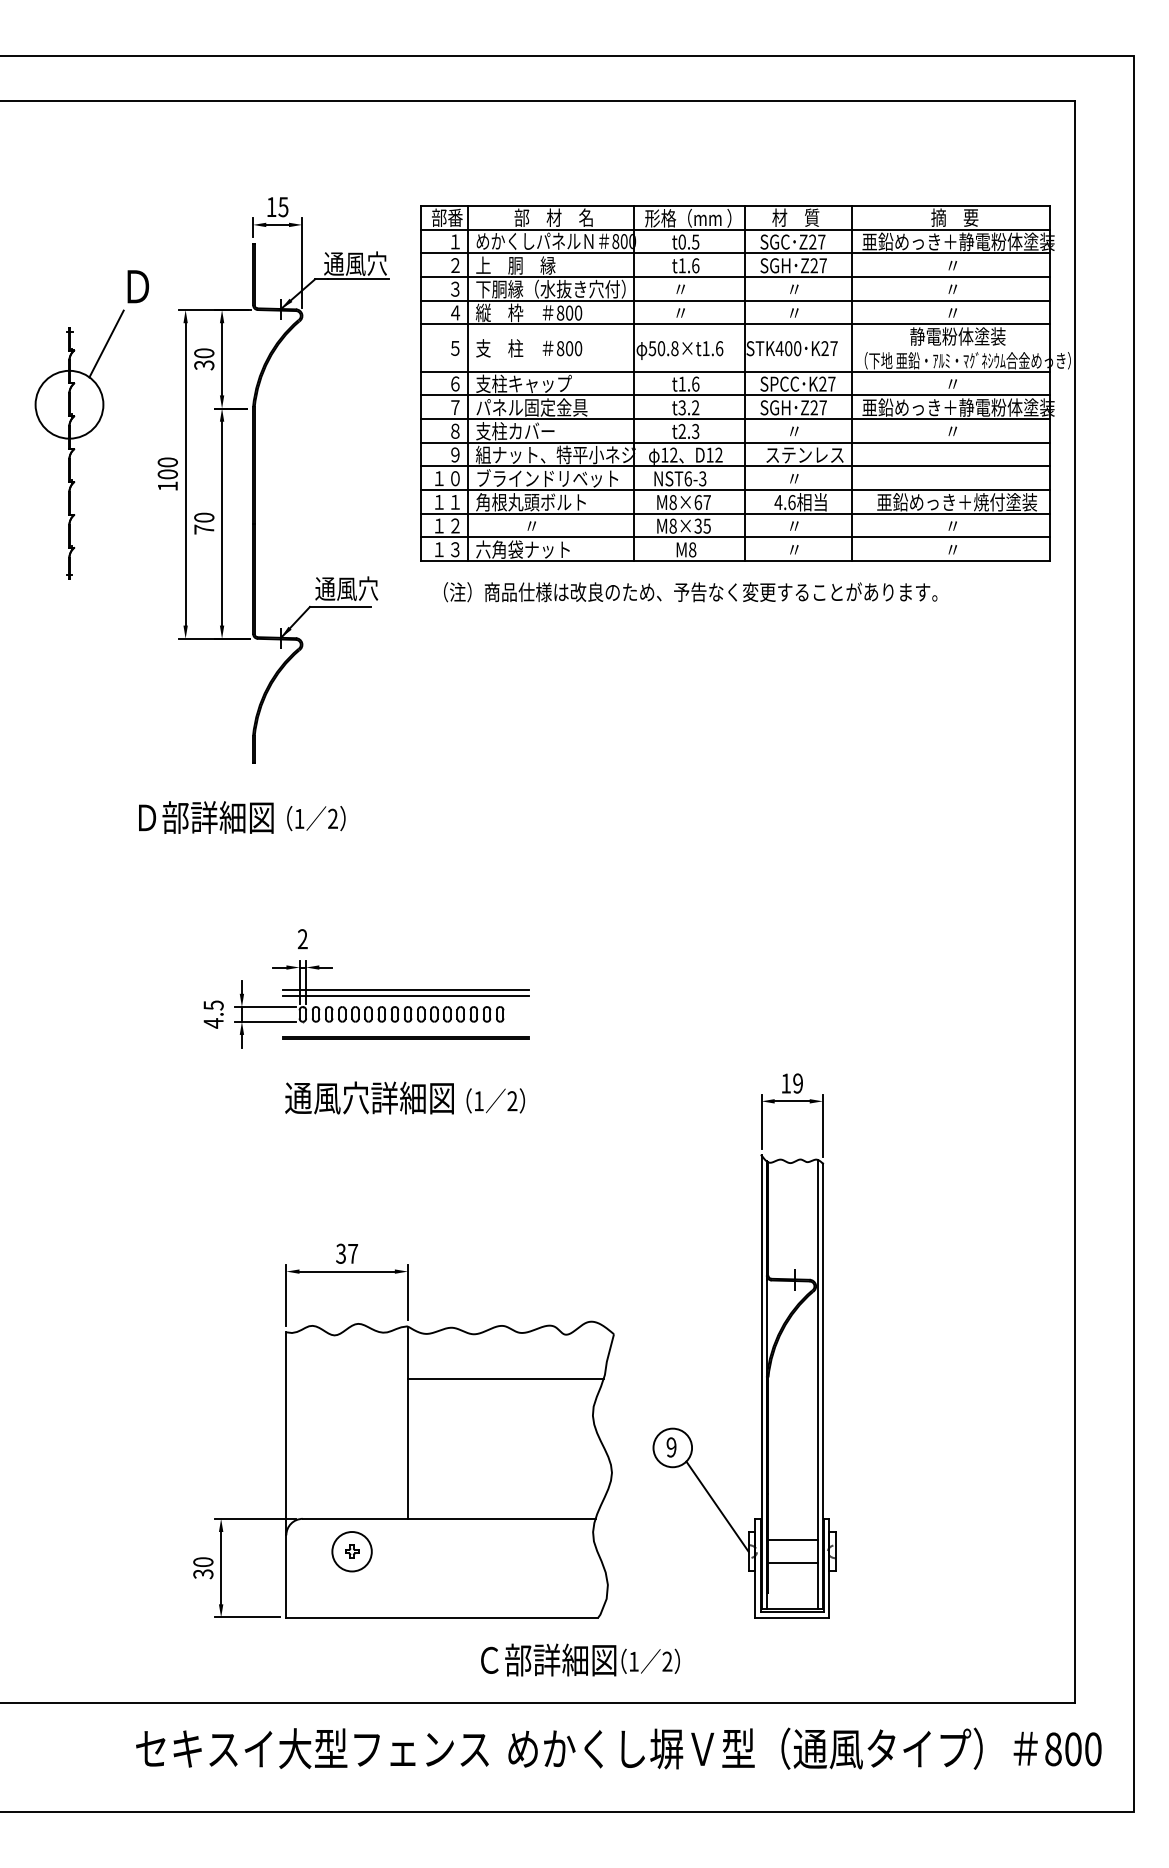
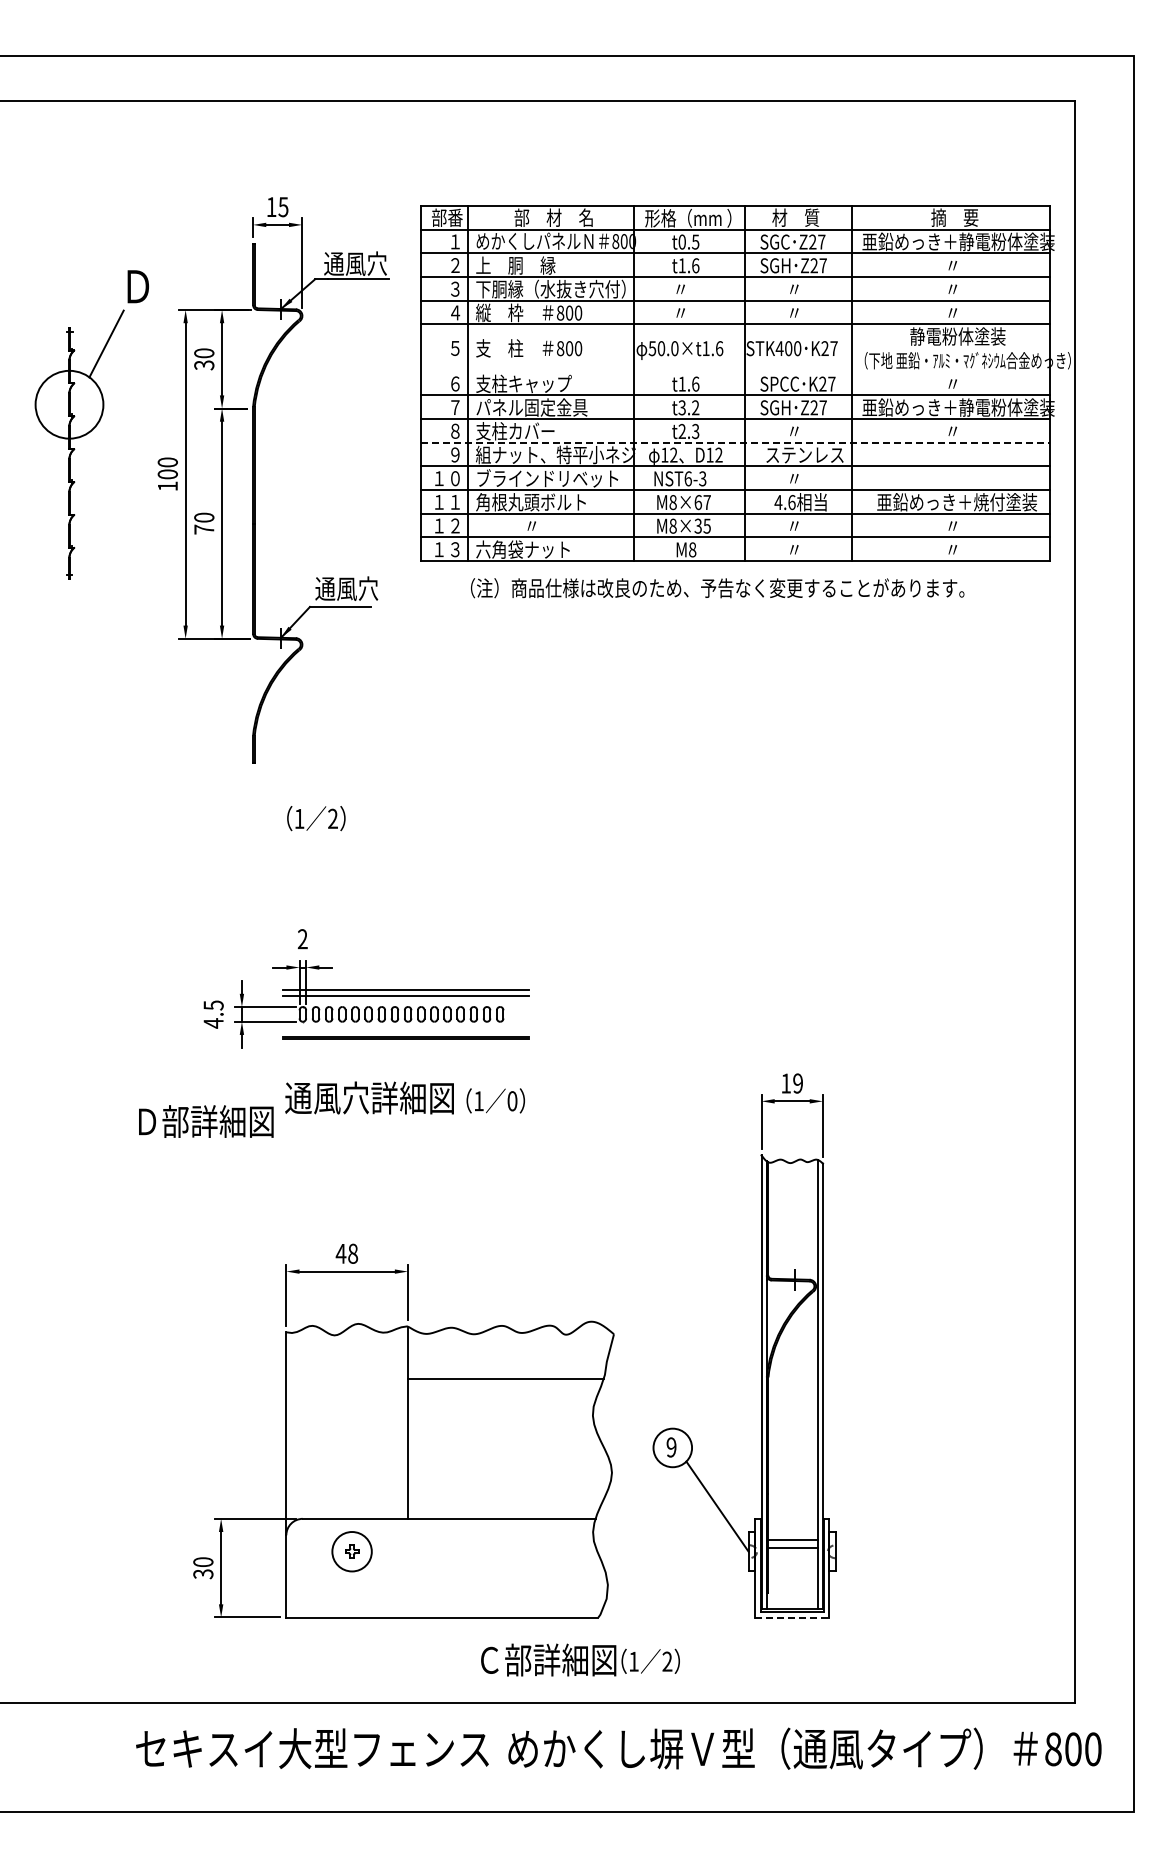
text at (674, 348): 50.8×t1.6 -> 50.0×t1.6
line at (734, 371): present -> none
line at (735, 442): solid -> dashed
text at (690, 592) position: (690, 592) -> (717, 588)
text at (206, 817) position: (206, 817) -> (206, 1121)
text at (512, 1101): 2 -> 0
text at (346, 1253): 37 -> 48
line at (792, 1563) position: (792, 1563) -> (792, 1548)
line at (792, 1617): solid -> dashed
